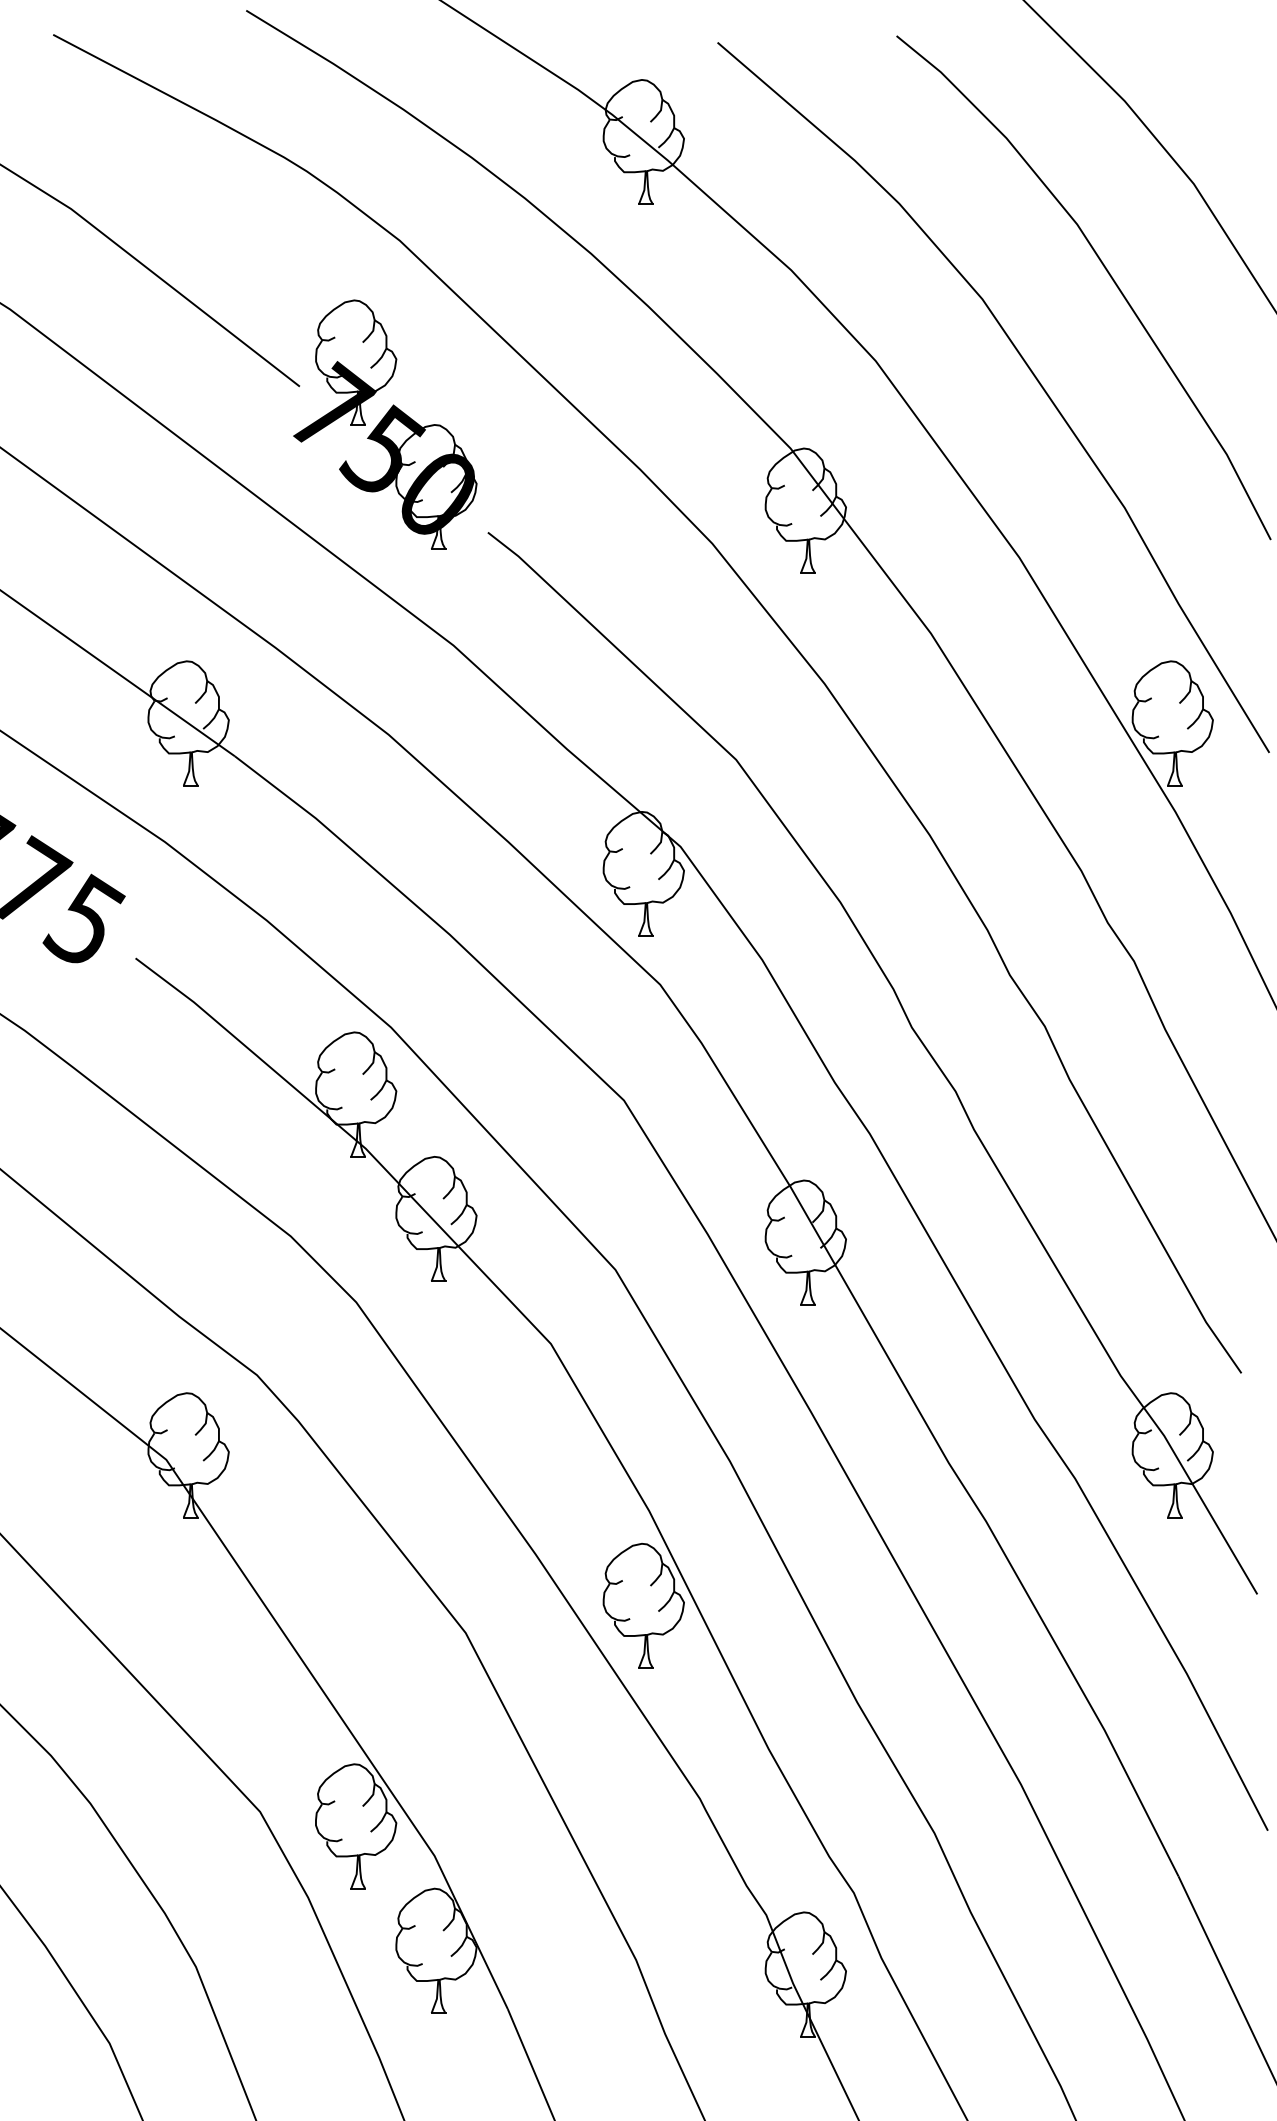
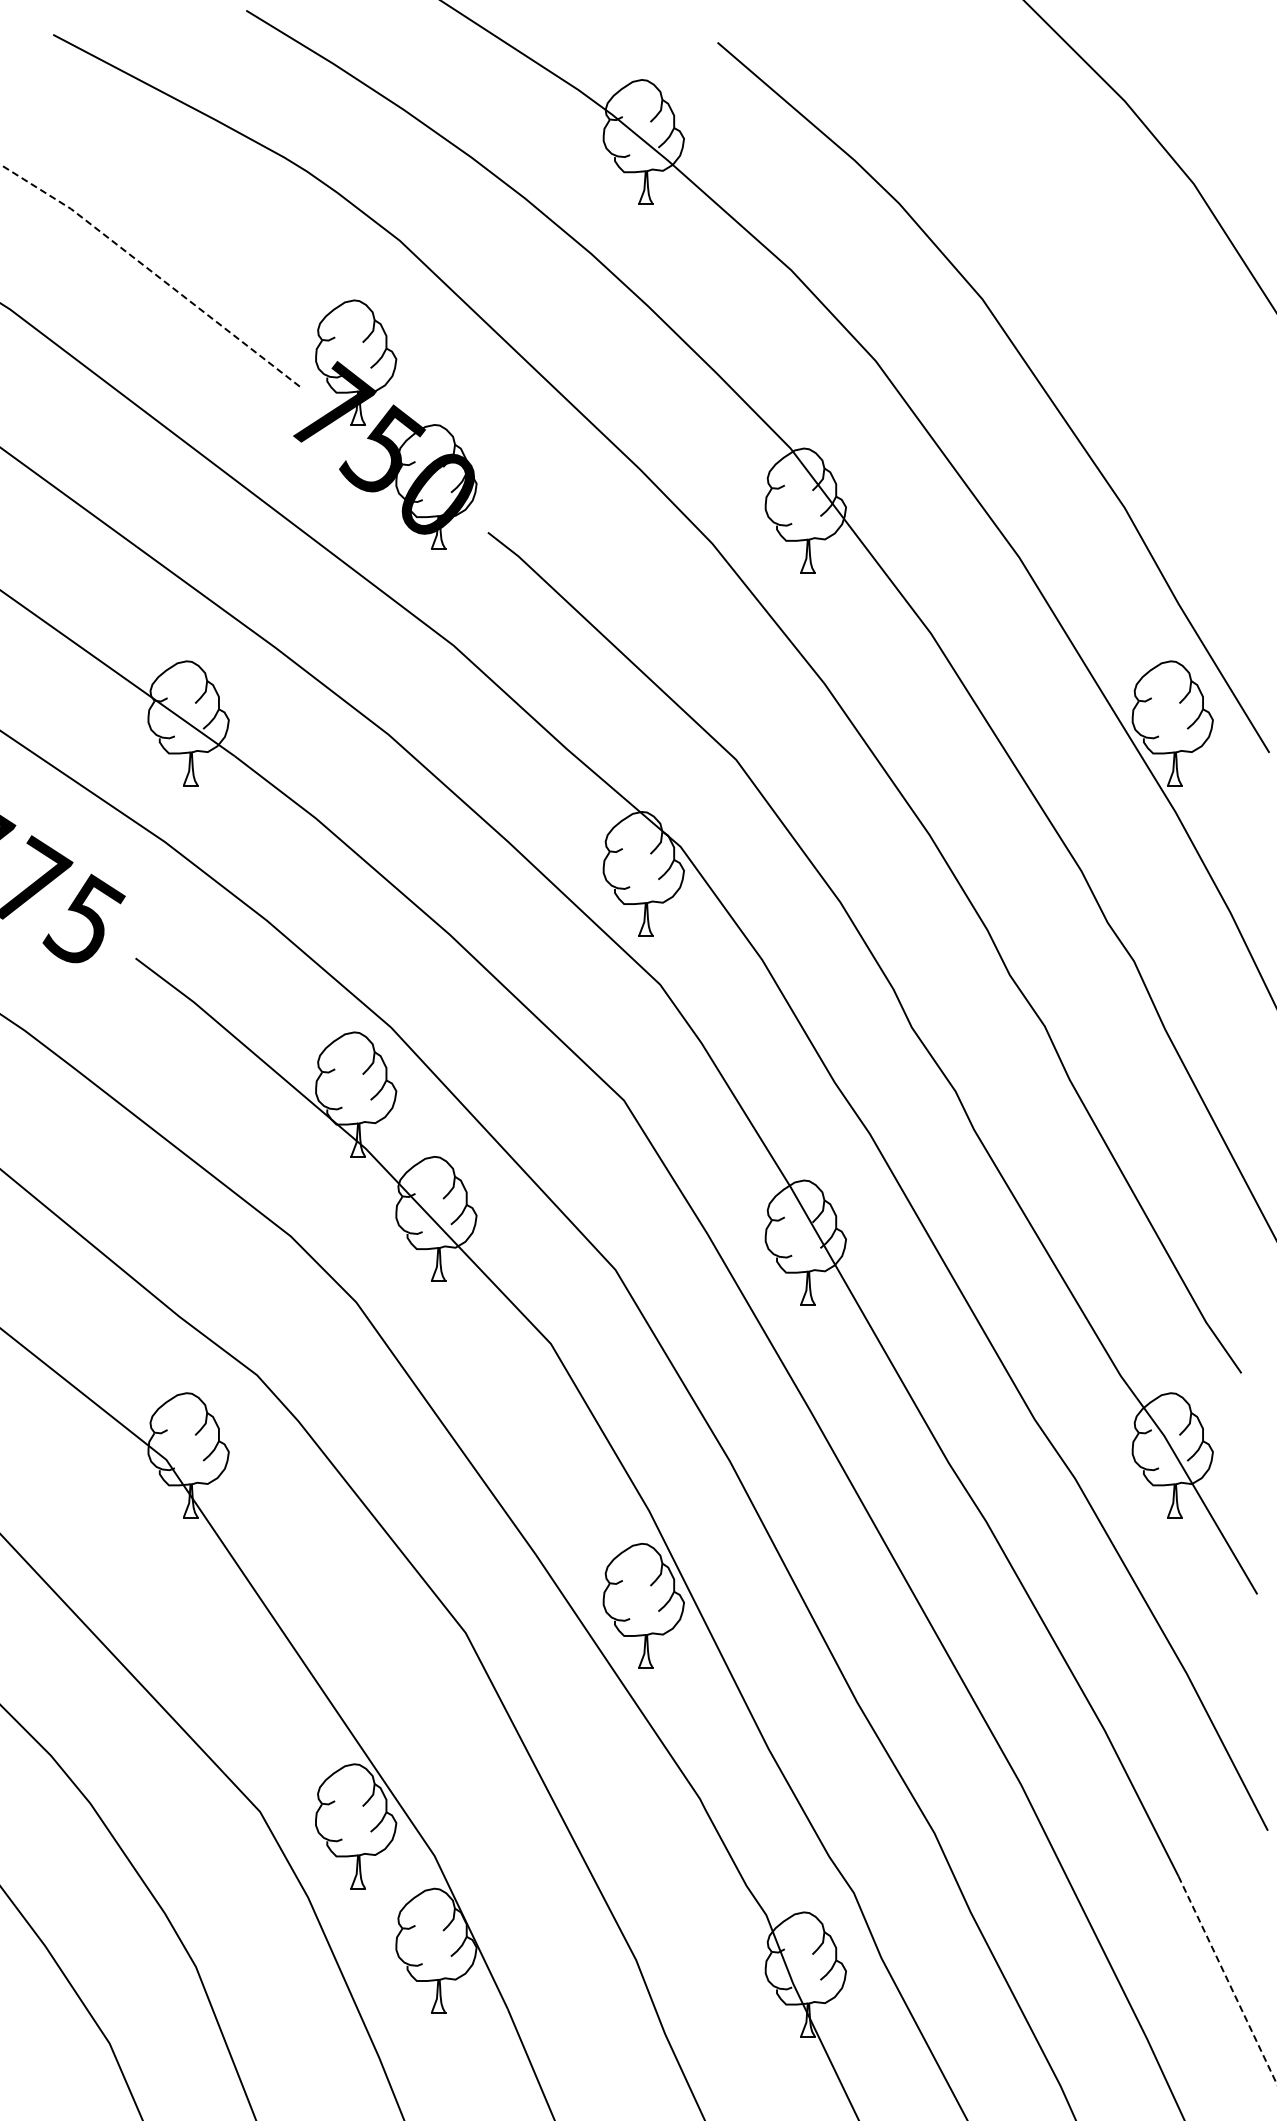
line at (151, 271): solid -> dashed
curve at (1106, 271): present -> none
line at (1227, 1980): solid -> dashed
